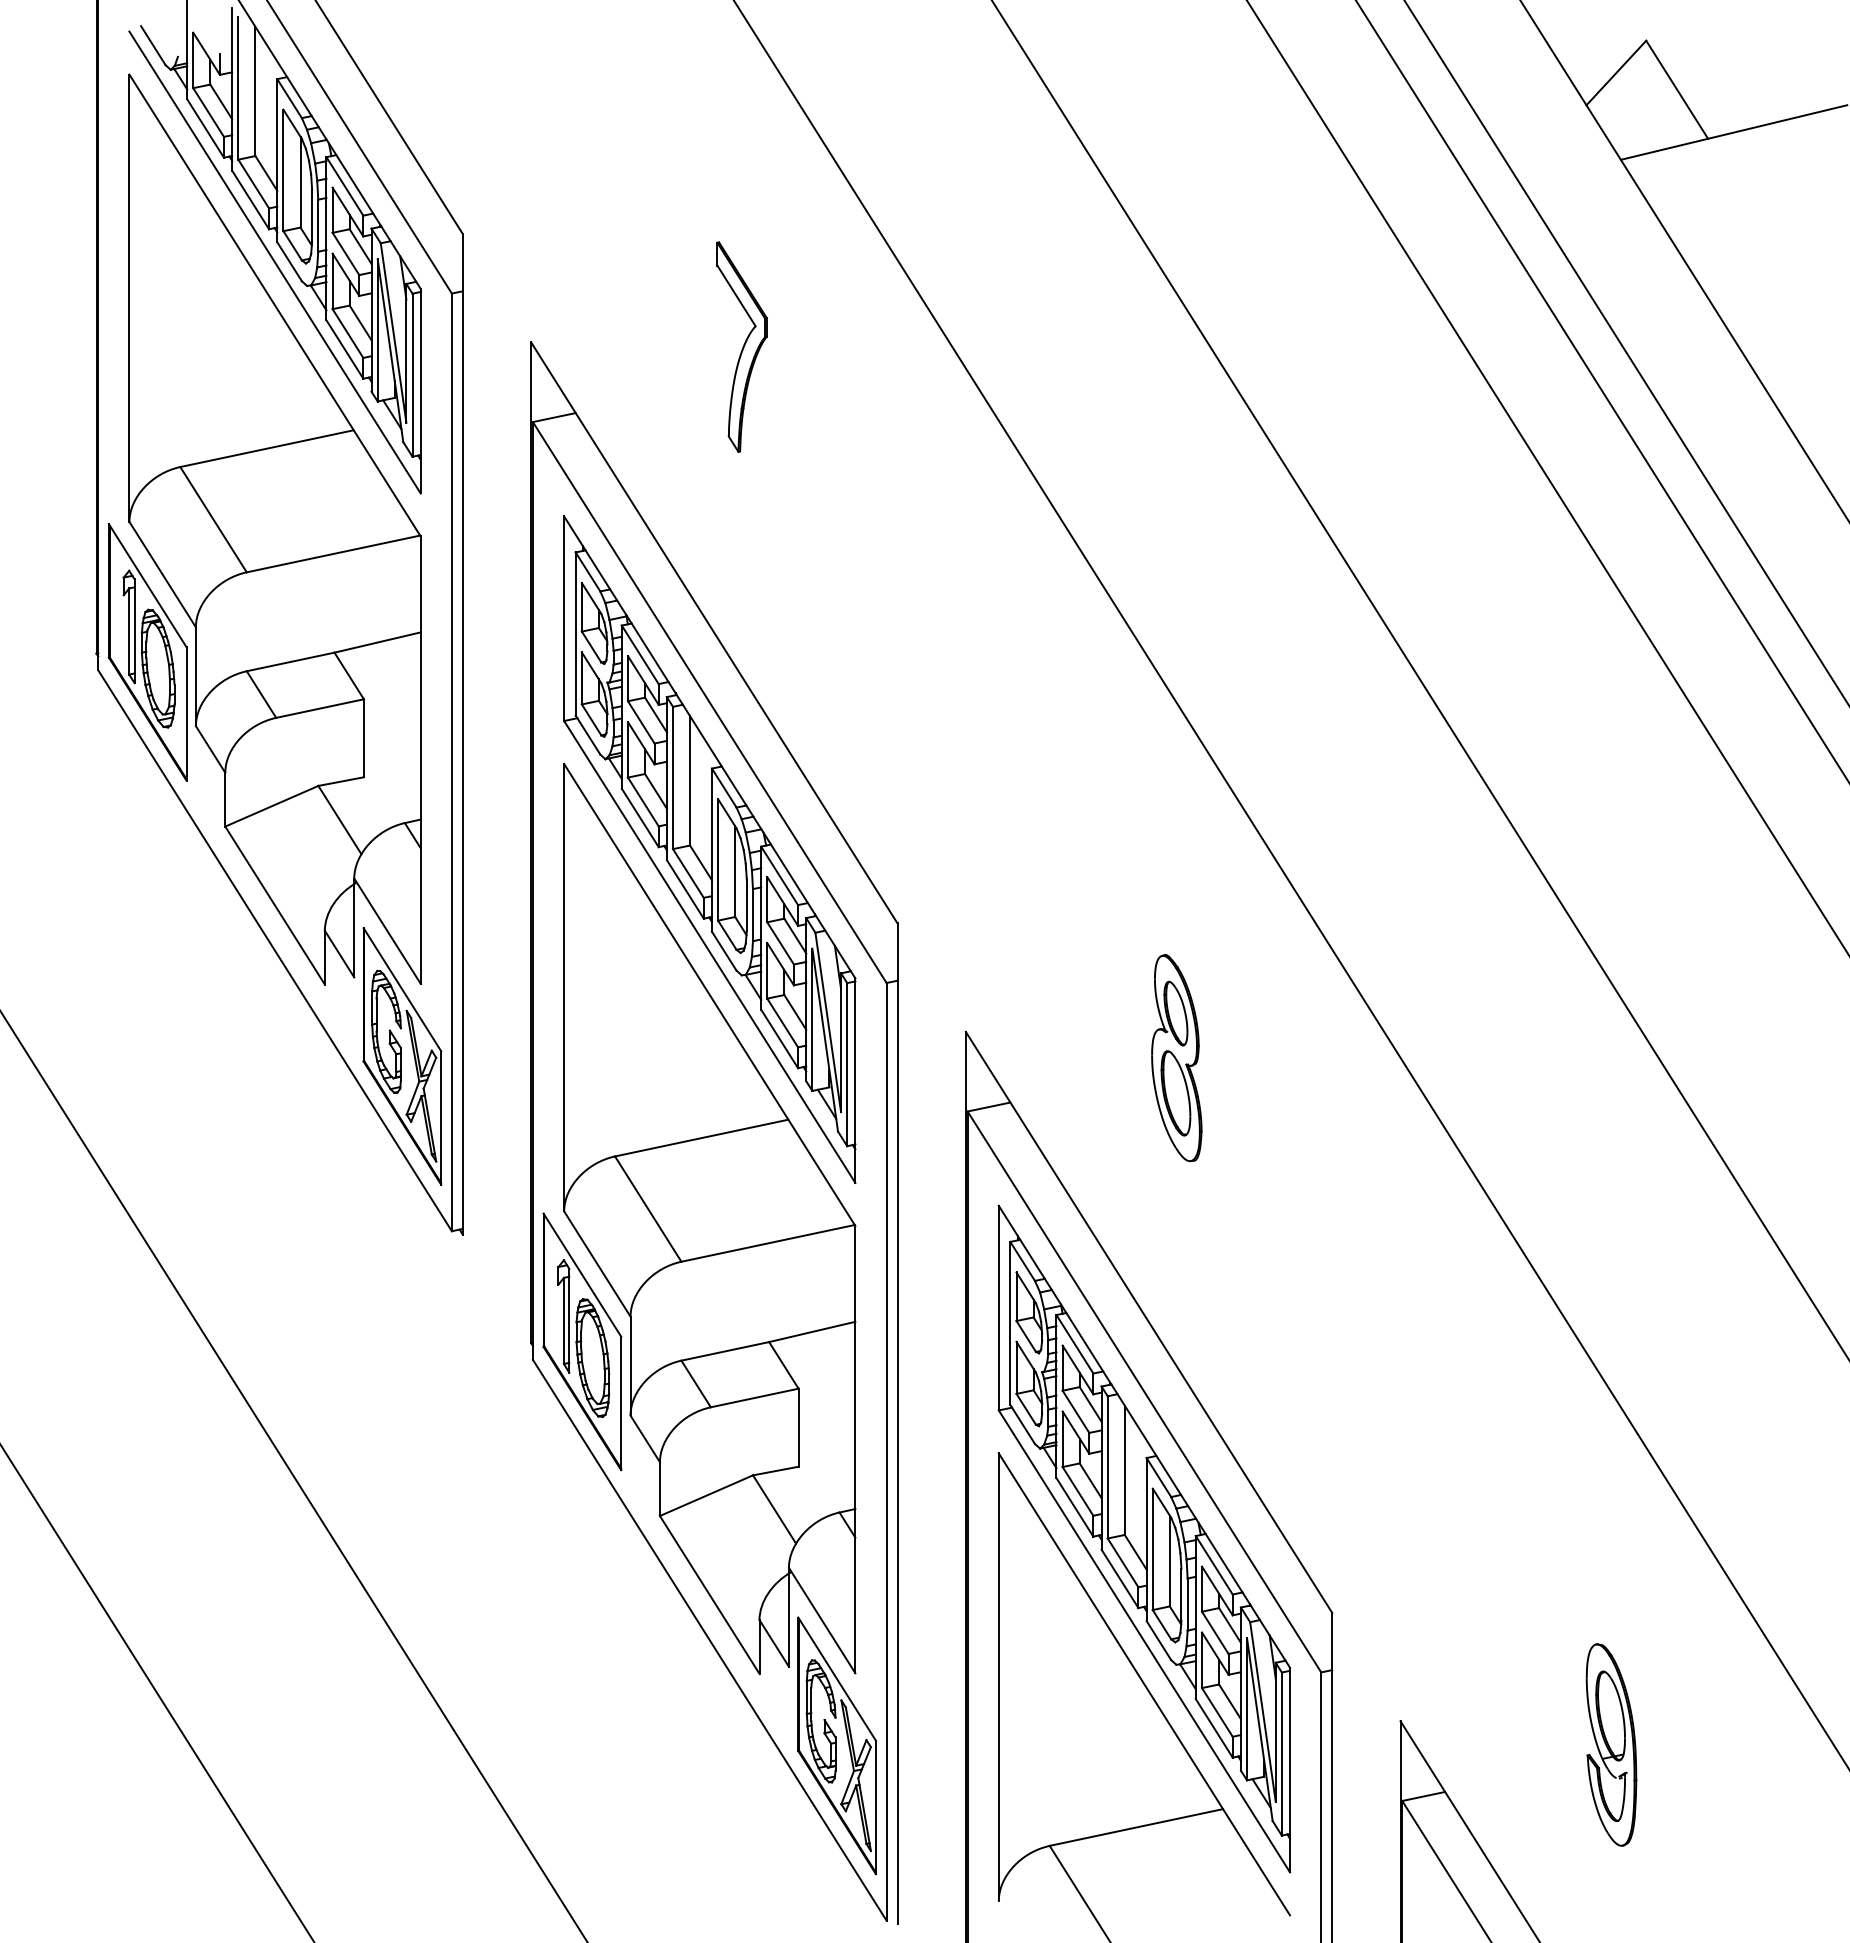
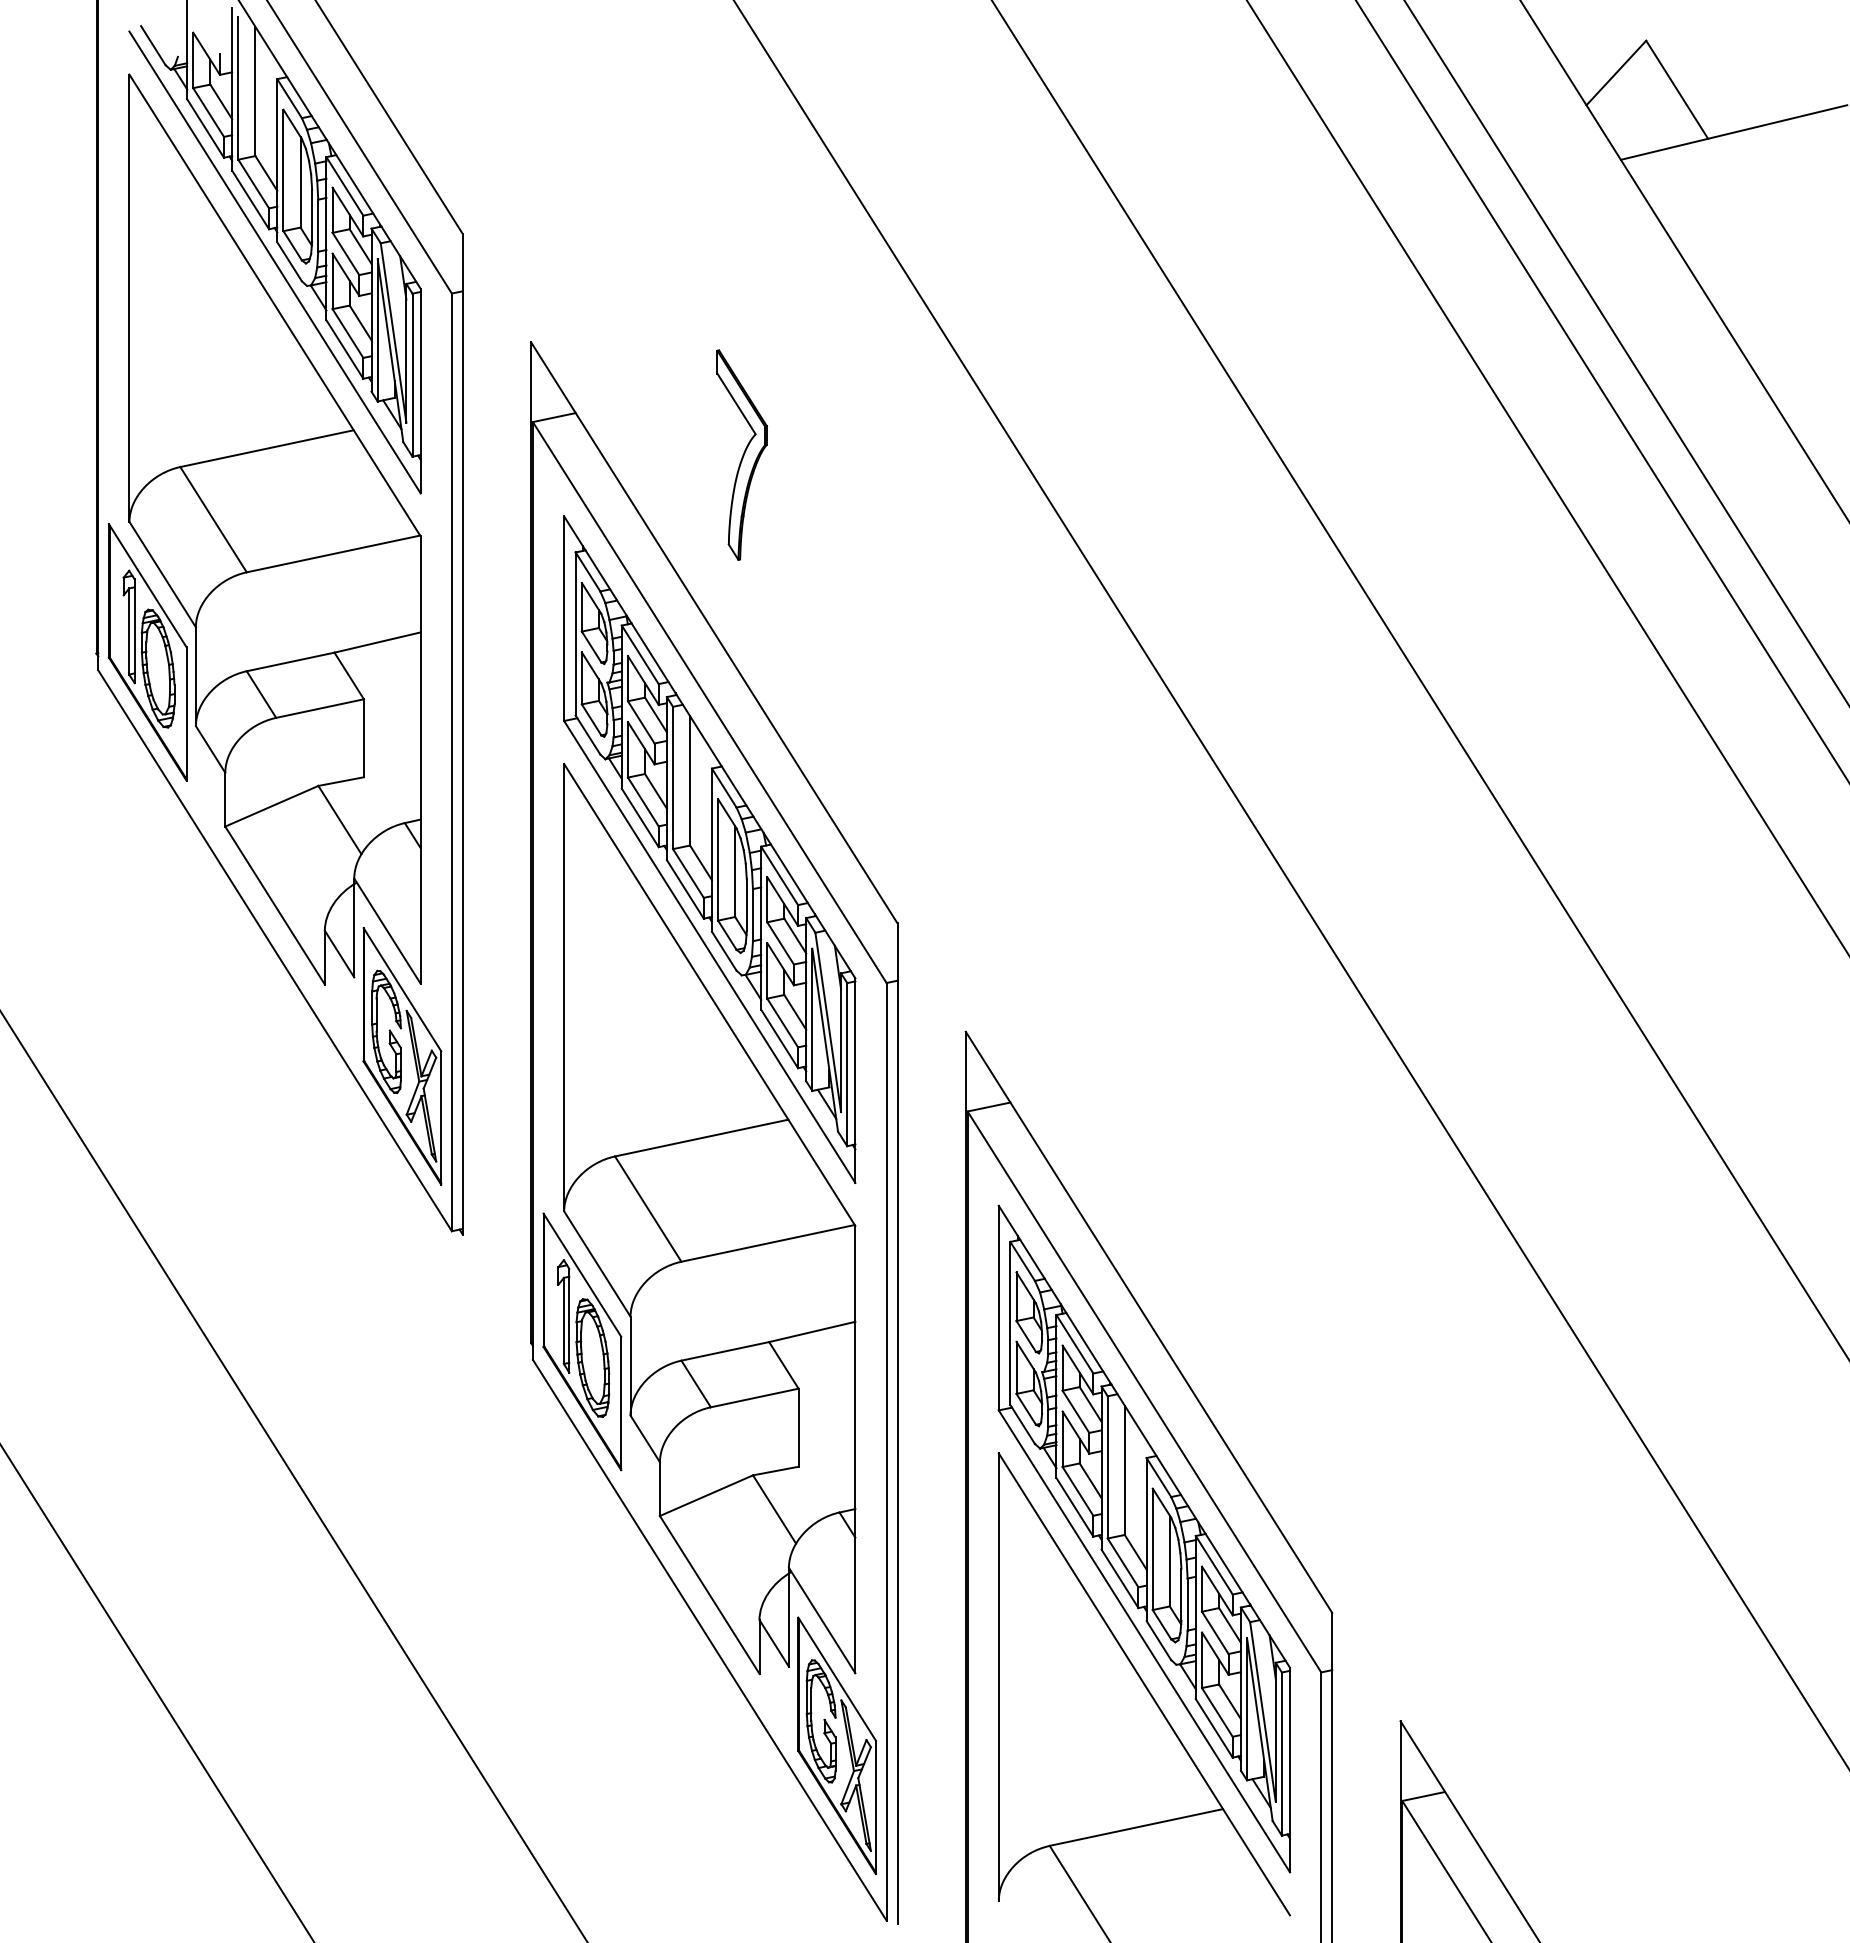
part at (741, 346) position: (741, 346) -> (741, 454)
part at (1176, 1058): present -> none
part at (1611, 1744): present -> none
